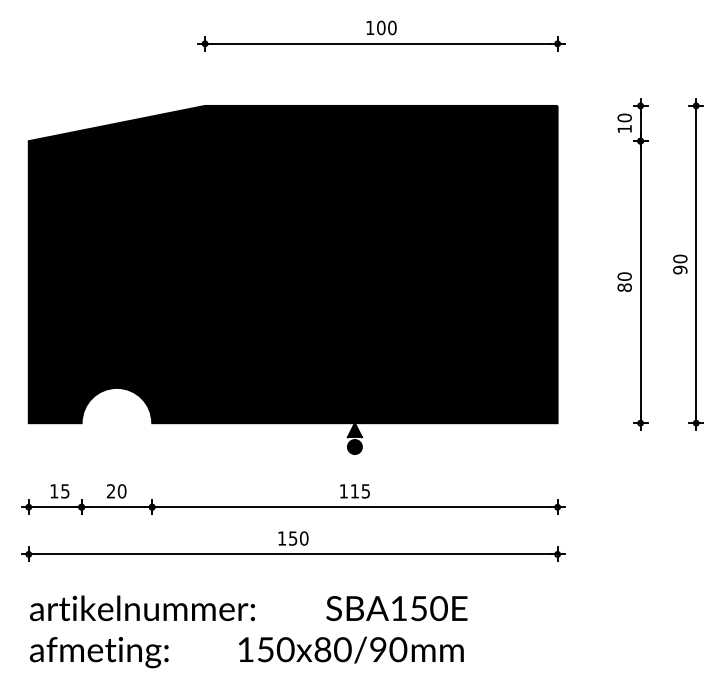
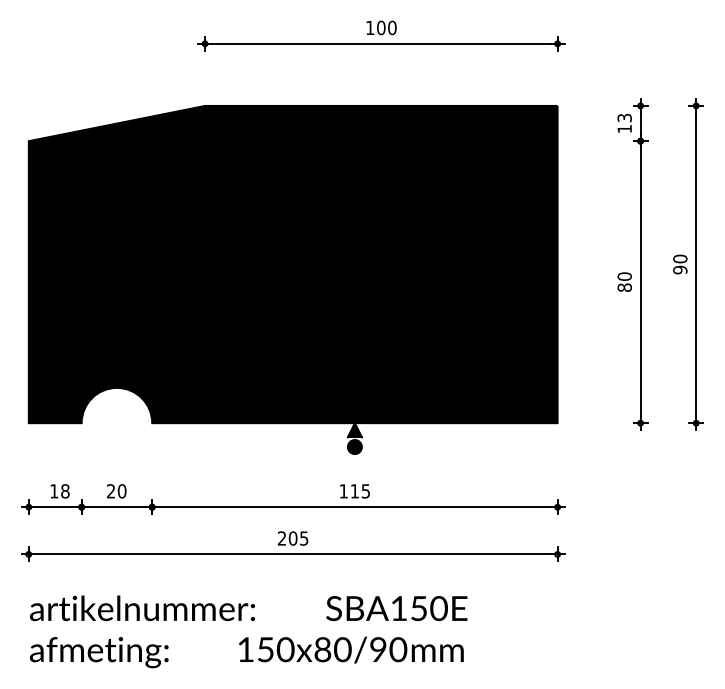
text at (624, 117): 10 -> 13
text at (65, 491): 15 -> 18
text at (292, 538): 150 -> 205
